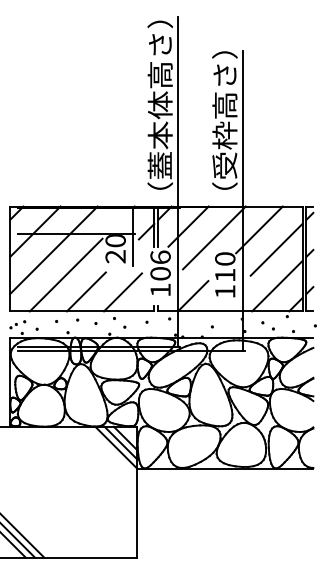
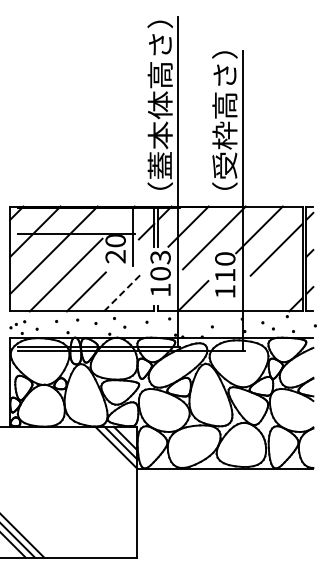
text at (160, 257): 106 -> 103
line at (277, 286): present -> none
line at (123, 292): solid -> dashed
